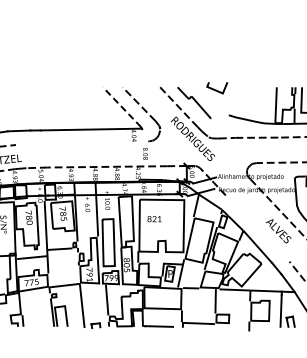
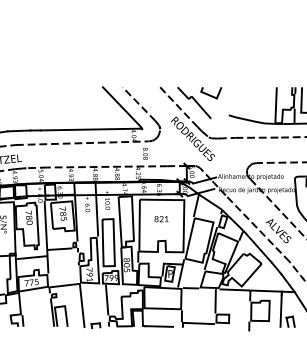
line at (216, 89) position: (216, 89) -> (210, 94)
line at (122, 107): dashed -> solid
line at (81, 143): none -> present
text at (154, 219) position: (154, 219) -> (161, 219)
line at (257, 228): none -> present
